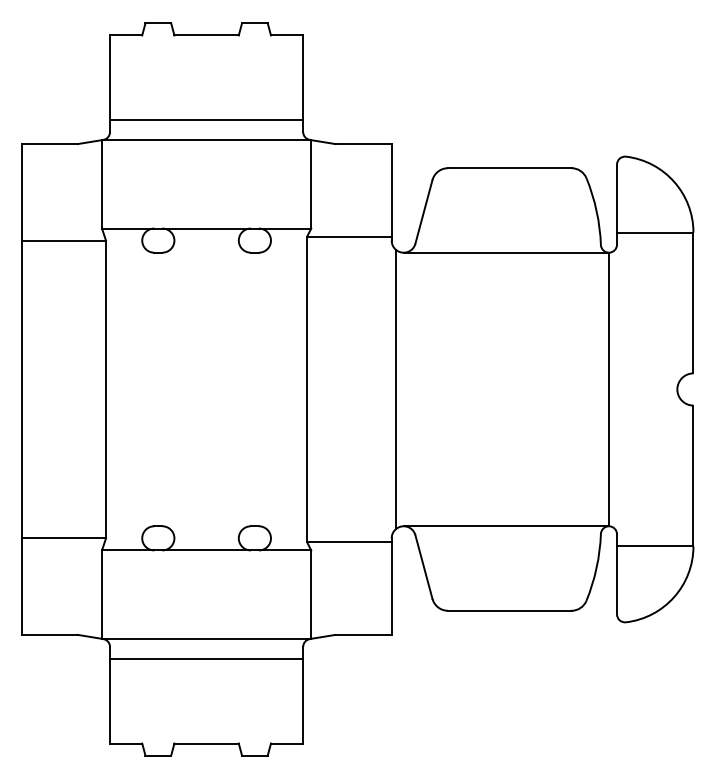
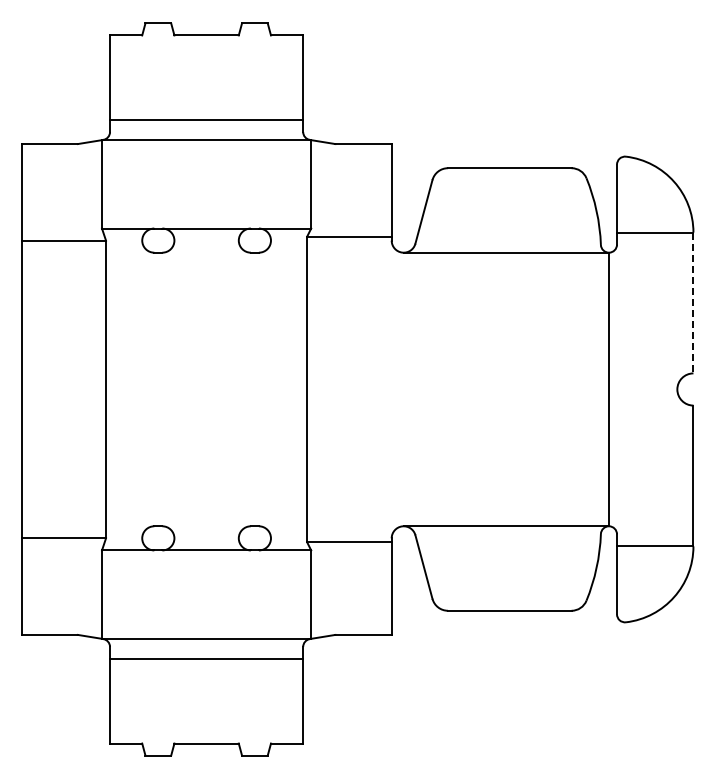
line at (693, 303): solid -> dashed
line at (395, 389): present -> none
